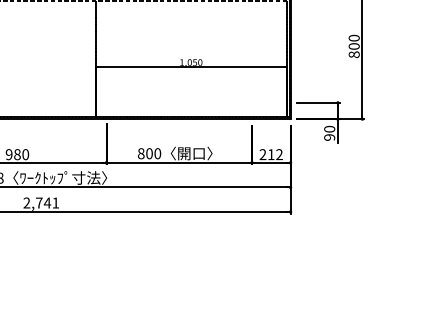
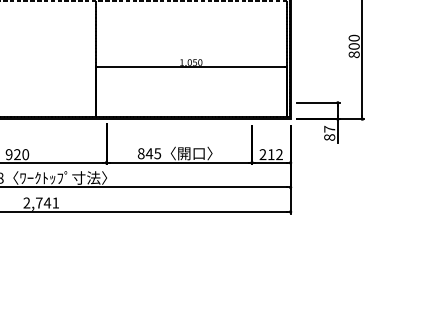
text at (329, 132): 90 -> 87
text at (153, 153): 800 -> 845
text at (17, 154): 980 -> 920
